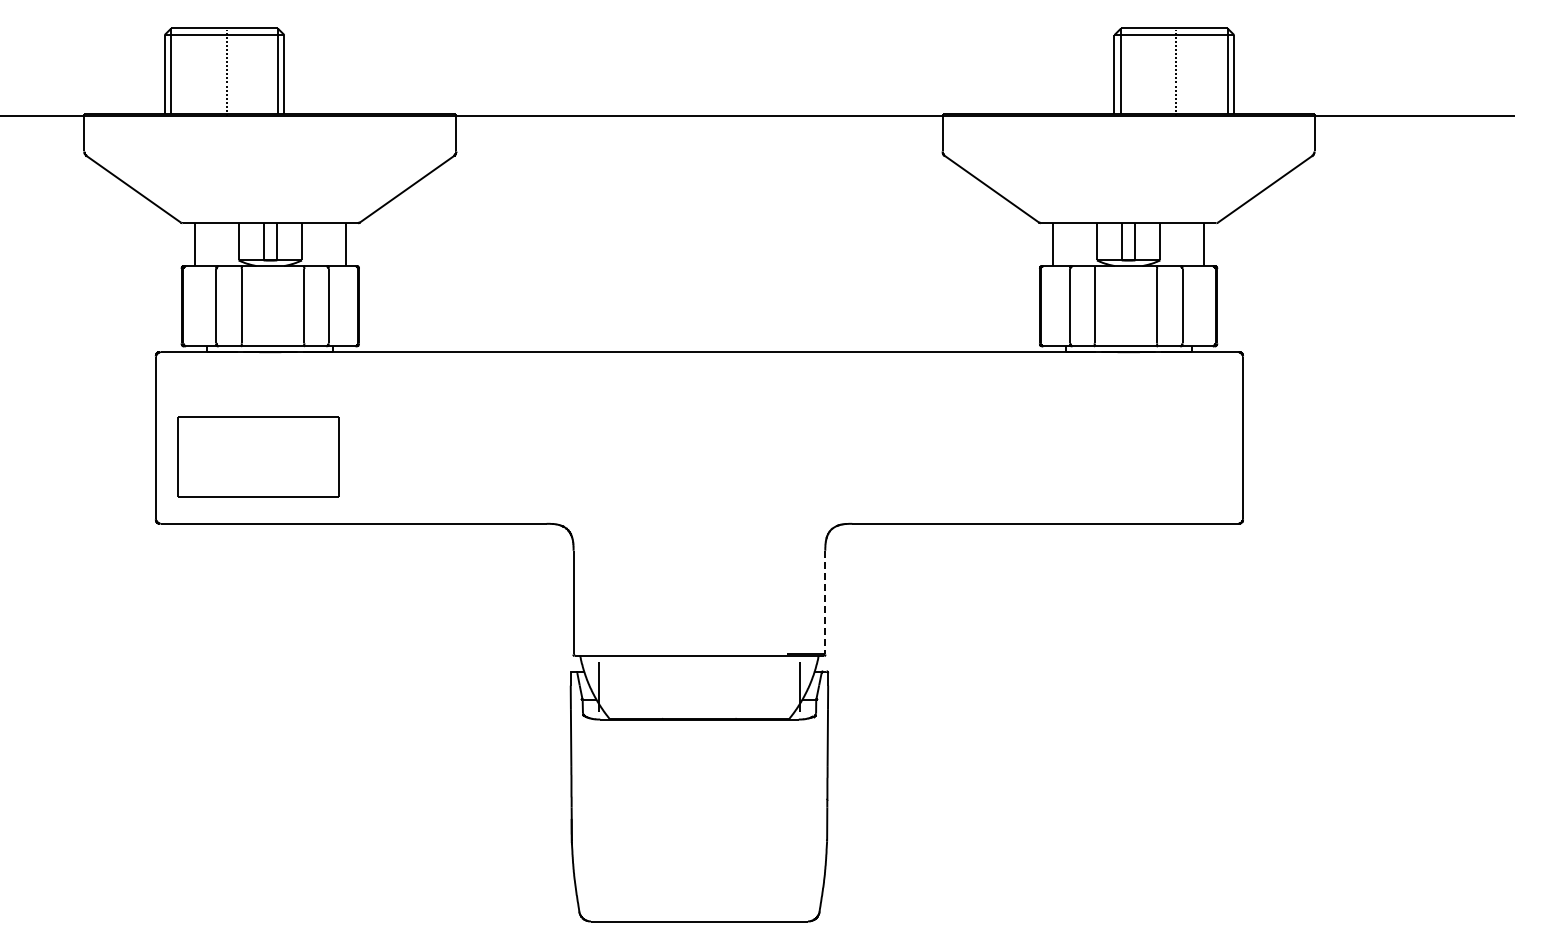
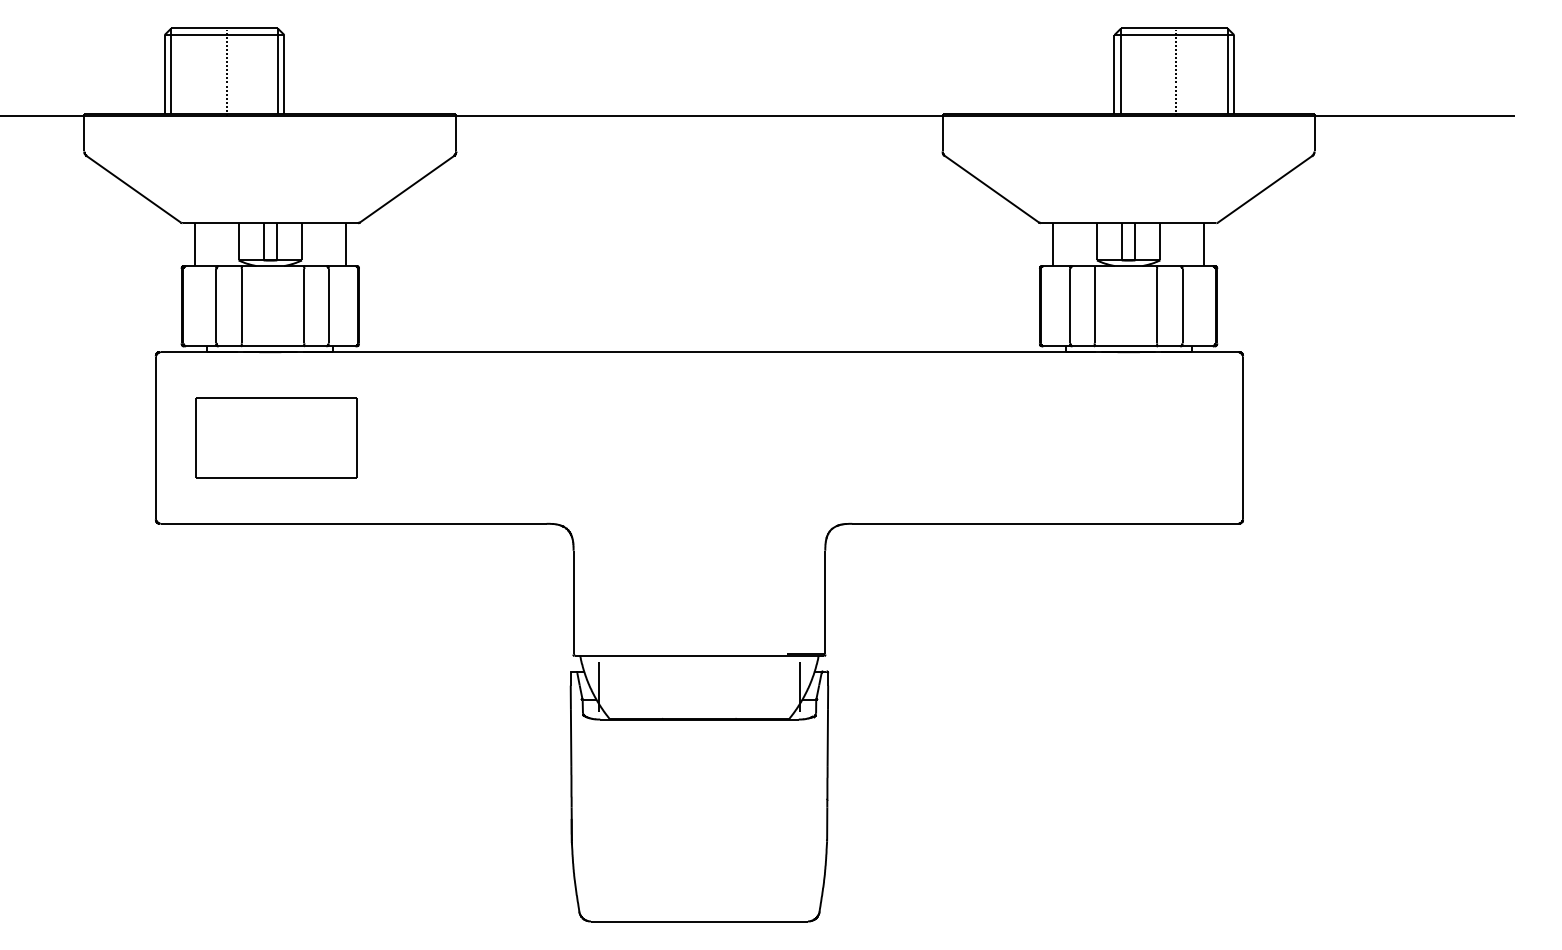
part at (258, 456) position: (258, 456) -> (276, 437)
line at (825, 602): dashed -> solid
